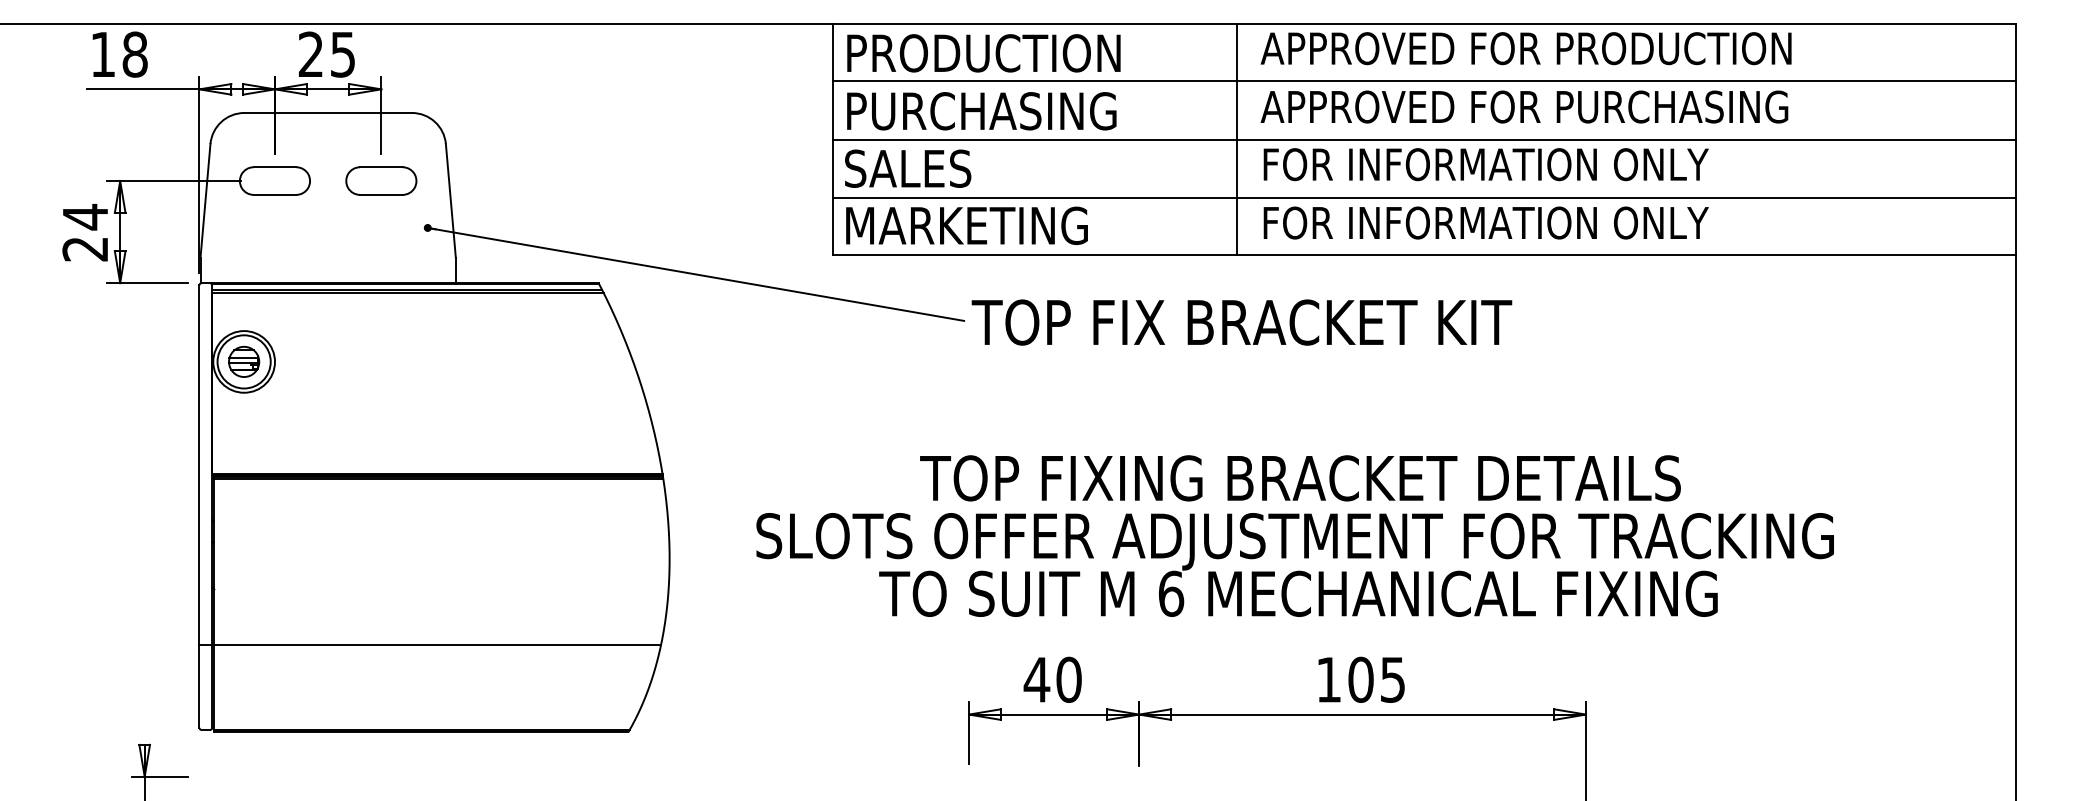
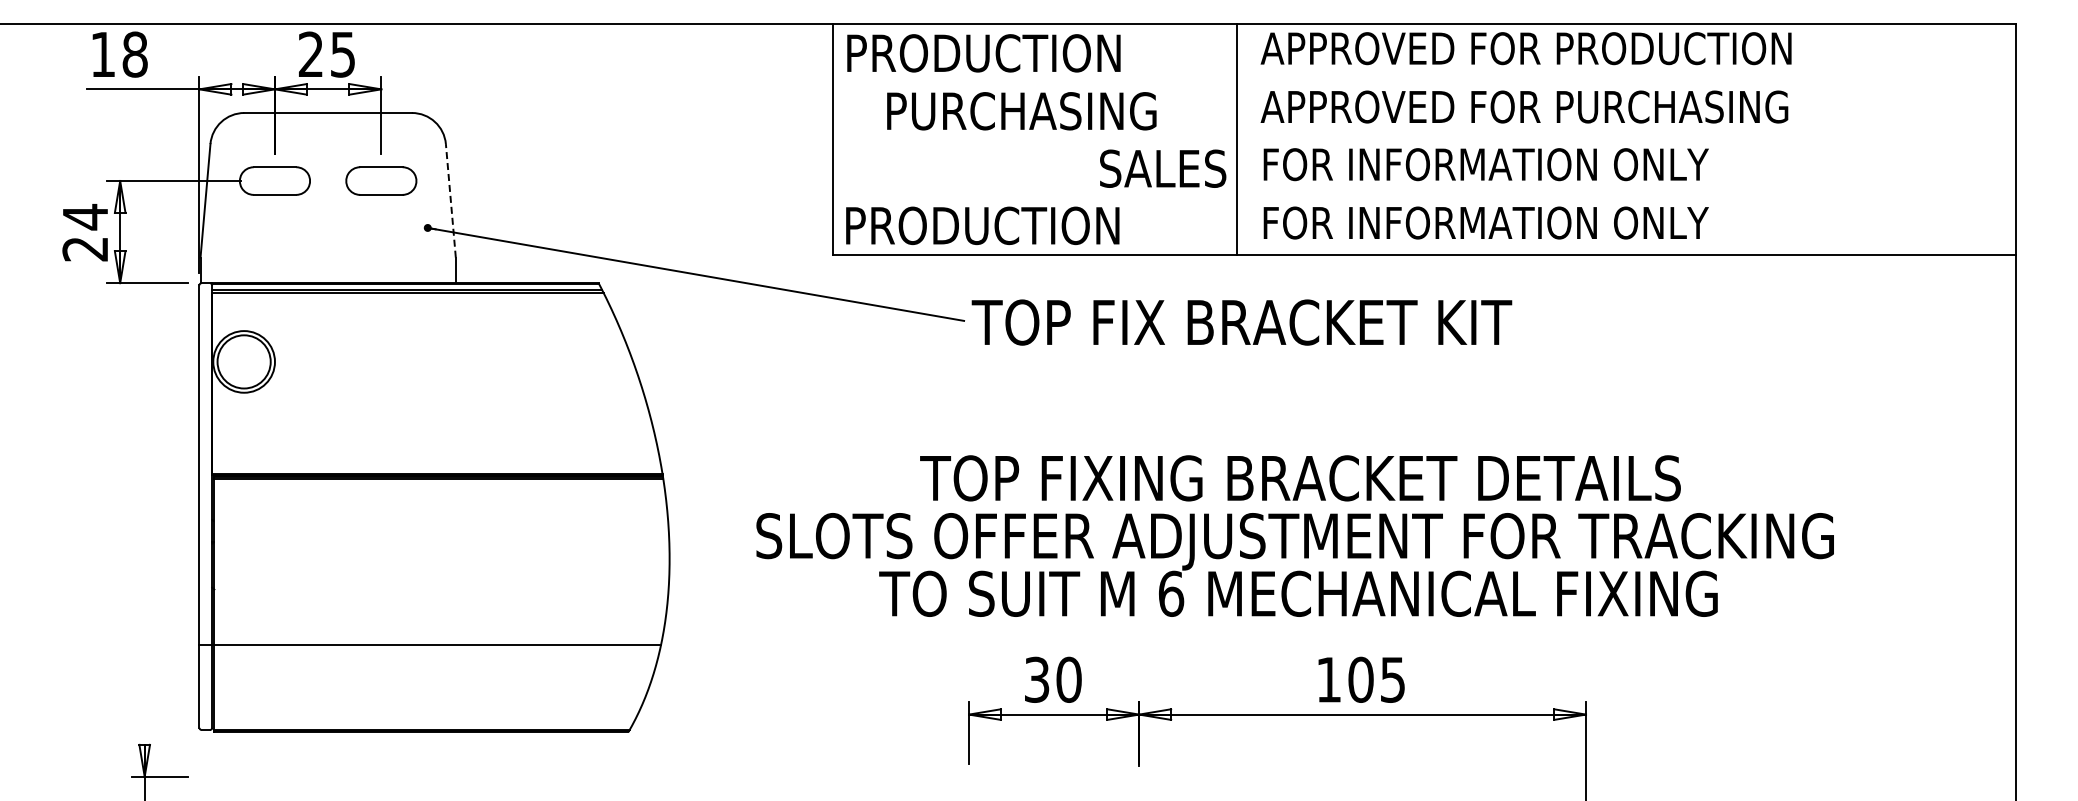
line at (1423, 81): present -> none
text at (981, 111) position: (981, 111) -> (1021, 111)
line at (1423, 139): present -> none
text at (908, 168) position: (908, 168) -> (1163, 168)
line at (1423, 197): present -> none
line at (450, 200): solid -> dashed
text at (984, 225): MARKETING -> PRODUCTION
part at (244, 361): present -> none
text at (1036, 679): 40 -> 30
